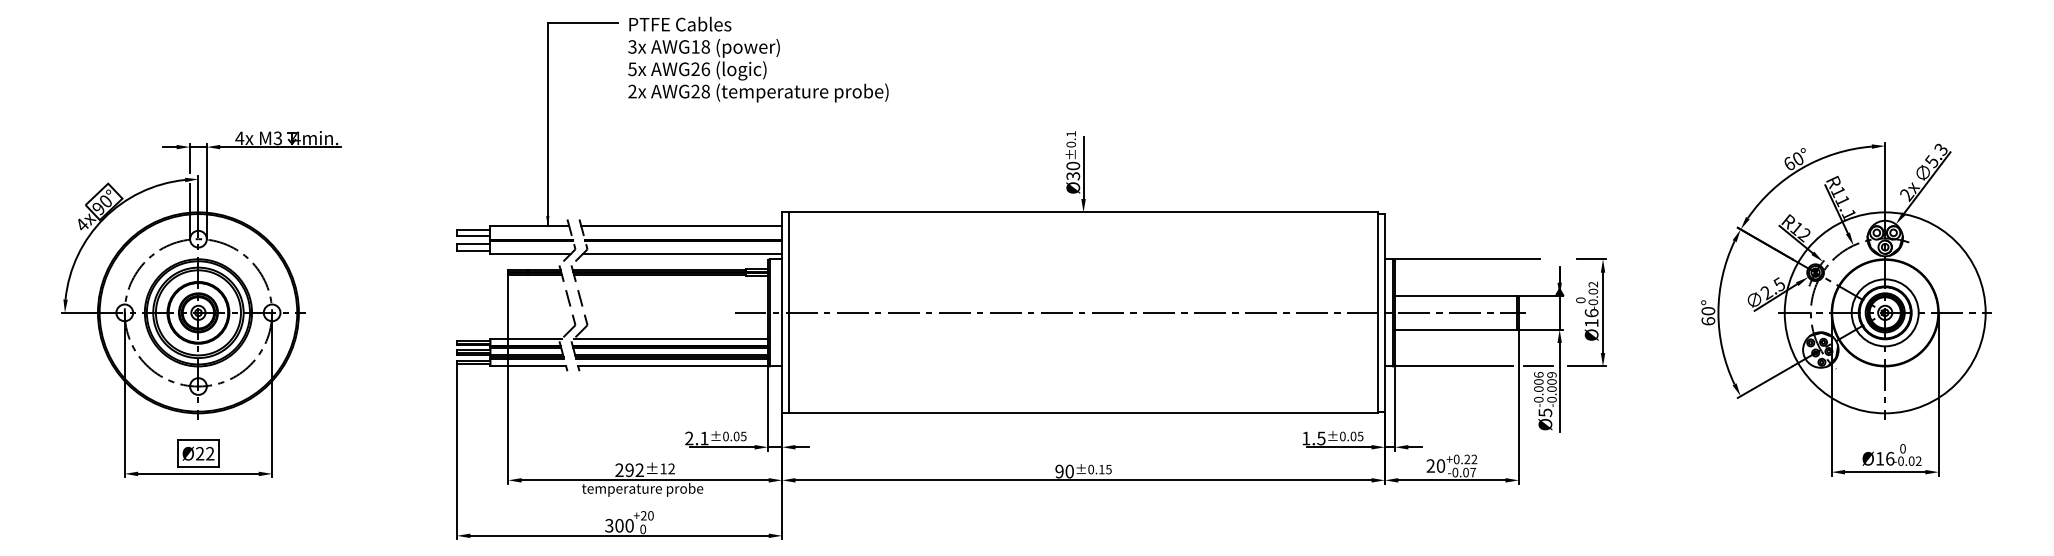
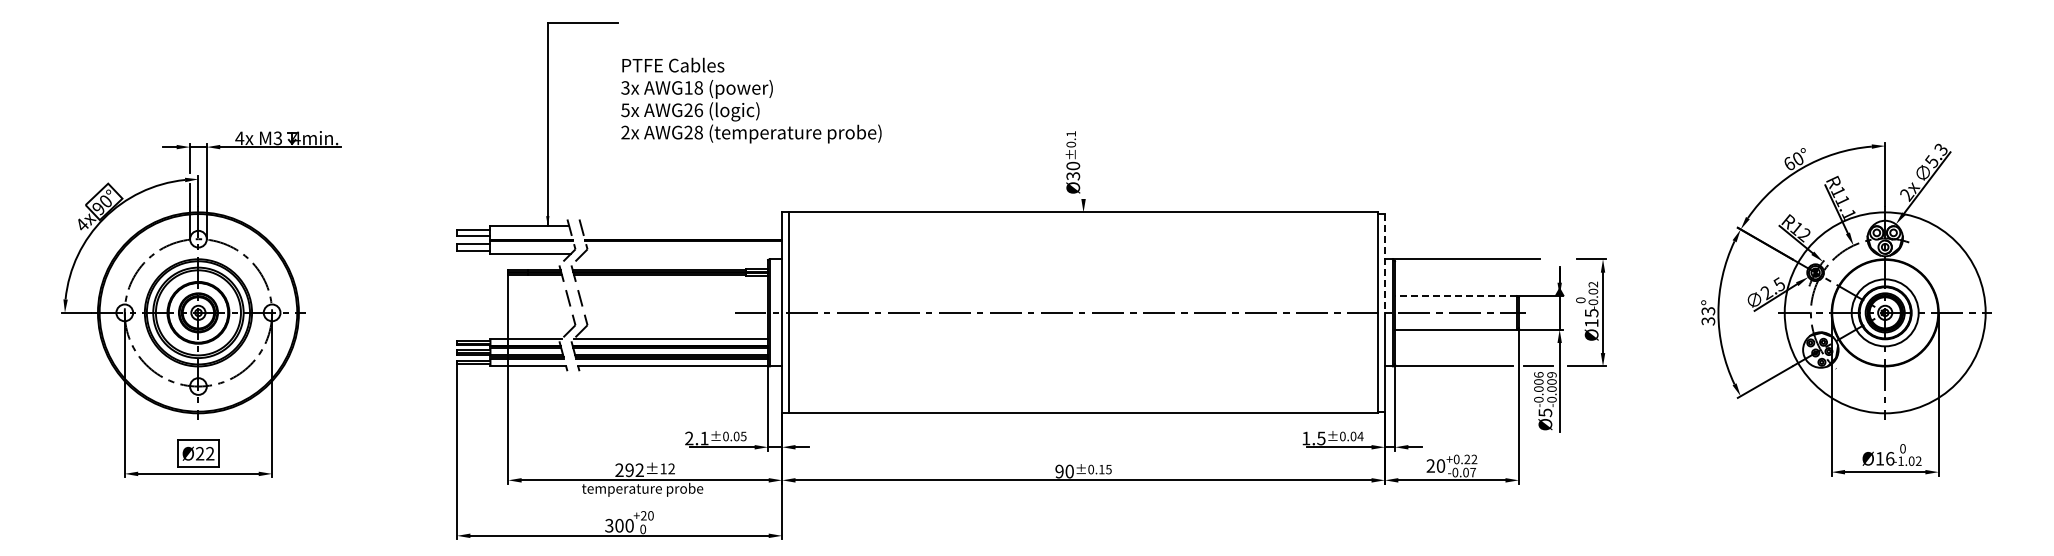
text at (758, 59) position: (758, 59) -> (751, 100)
line at (1083, 167): present -> none
line at (681, 226): present -> none
line at (682, 253): present -> none
line at (1384, 263): solid -> dashed
line at (1455, 296): solid -> dashed
text at (1591, 313): Ø16 -> Ø15
text at (1708, 316): 60° -> 33°
text at (1360, 436): ±0.05 -> ±0.04
text at (1900, 460): -0.02 -> -1.02
